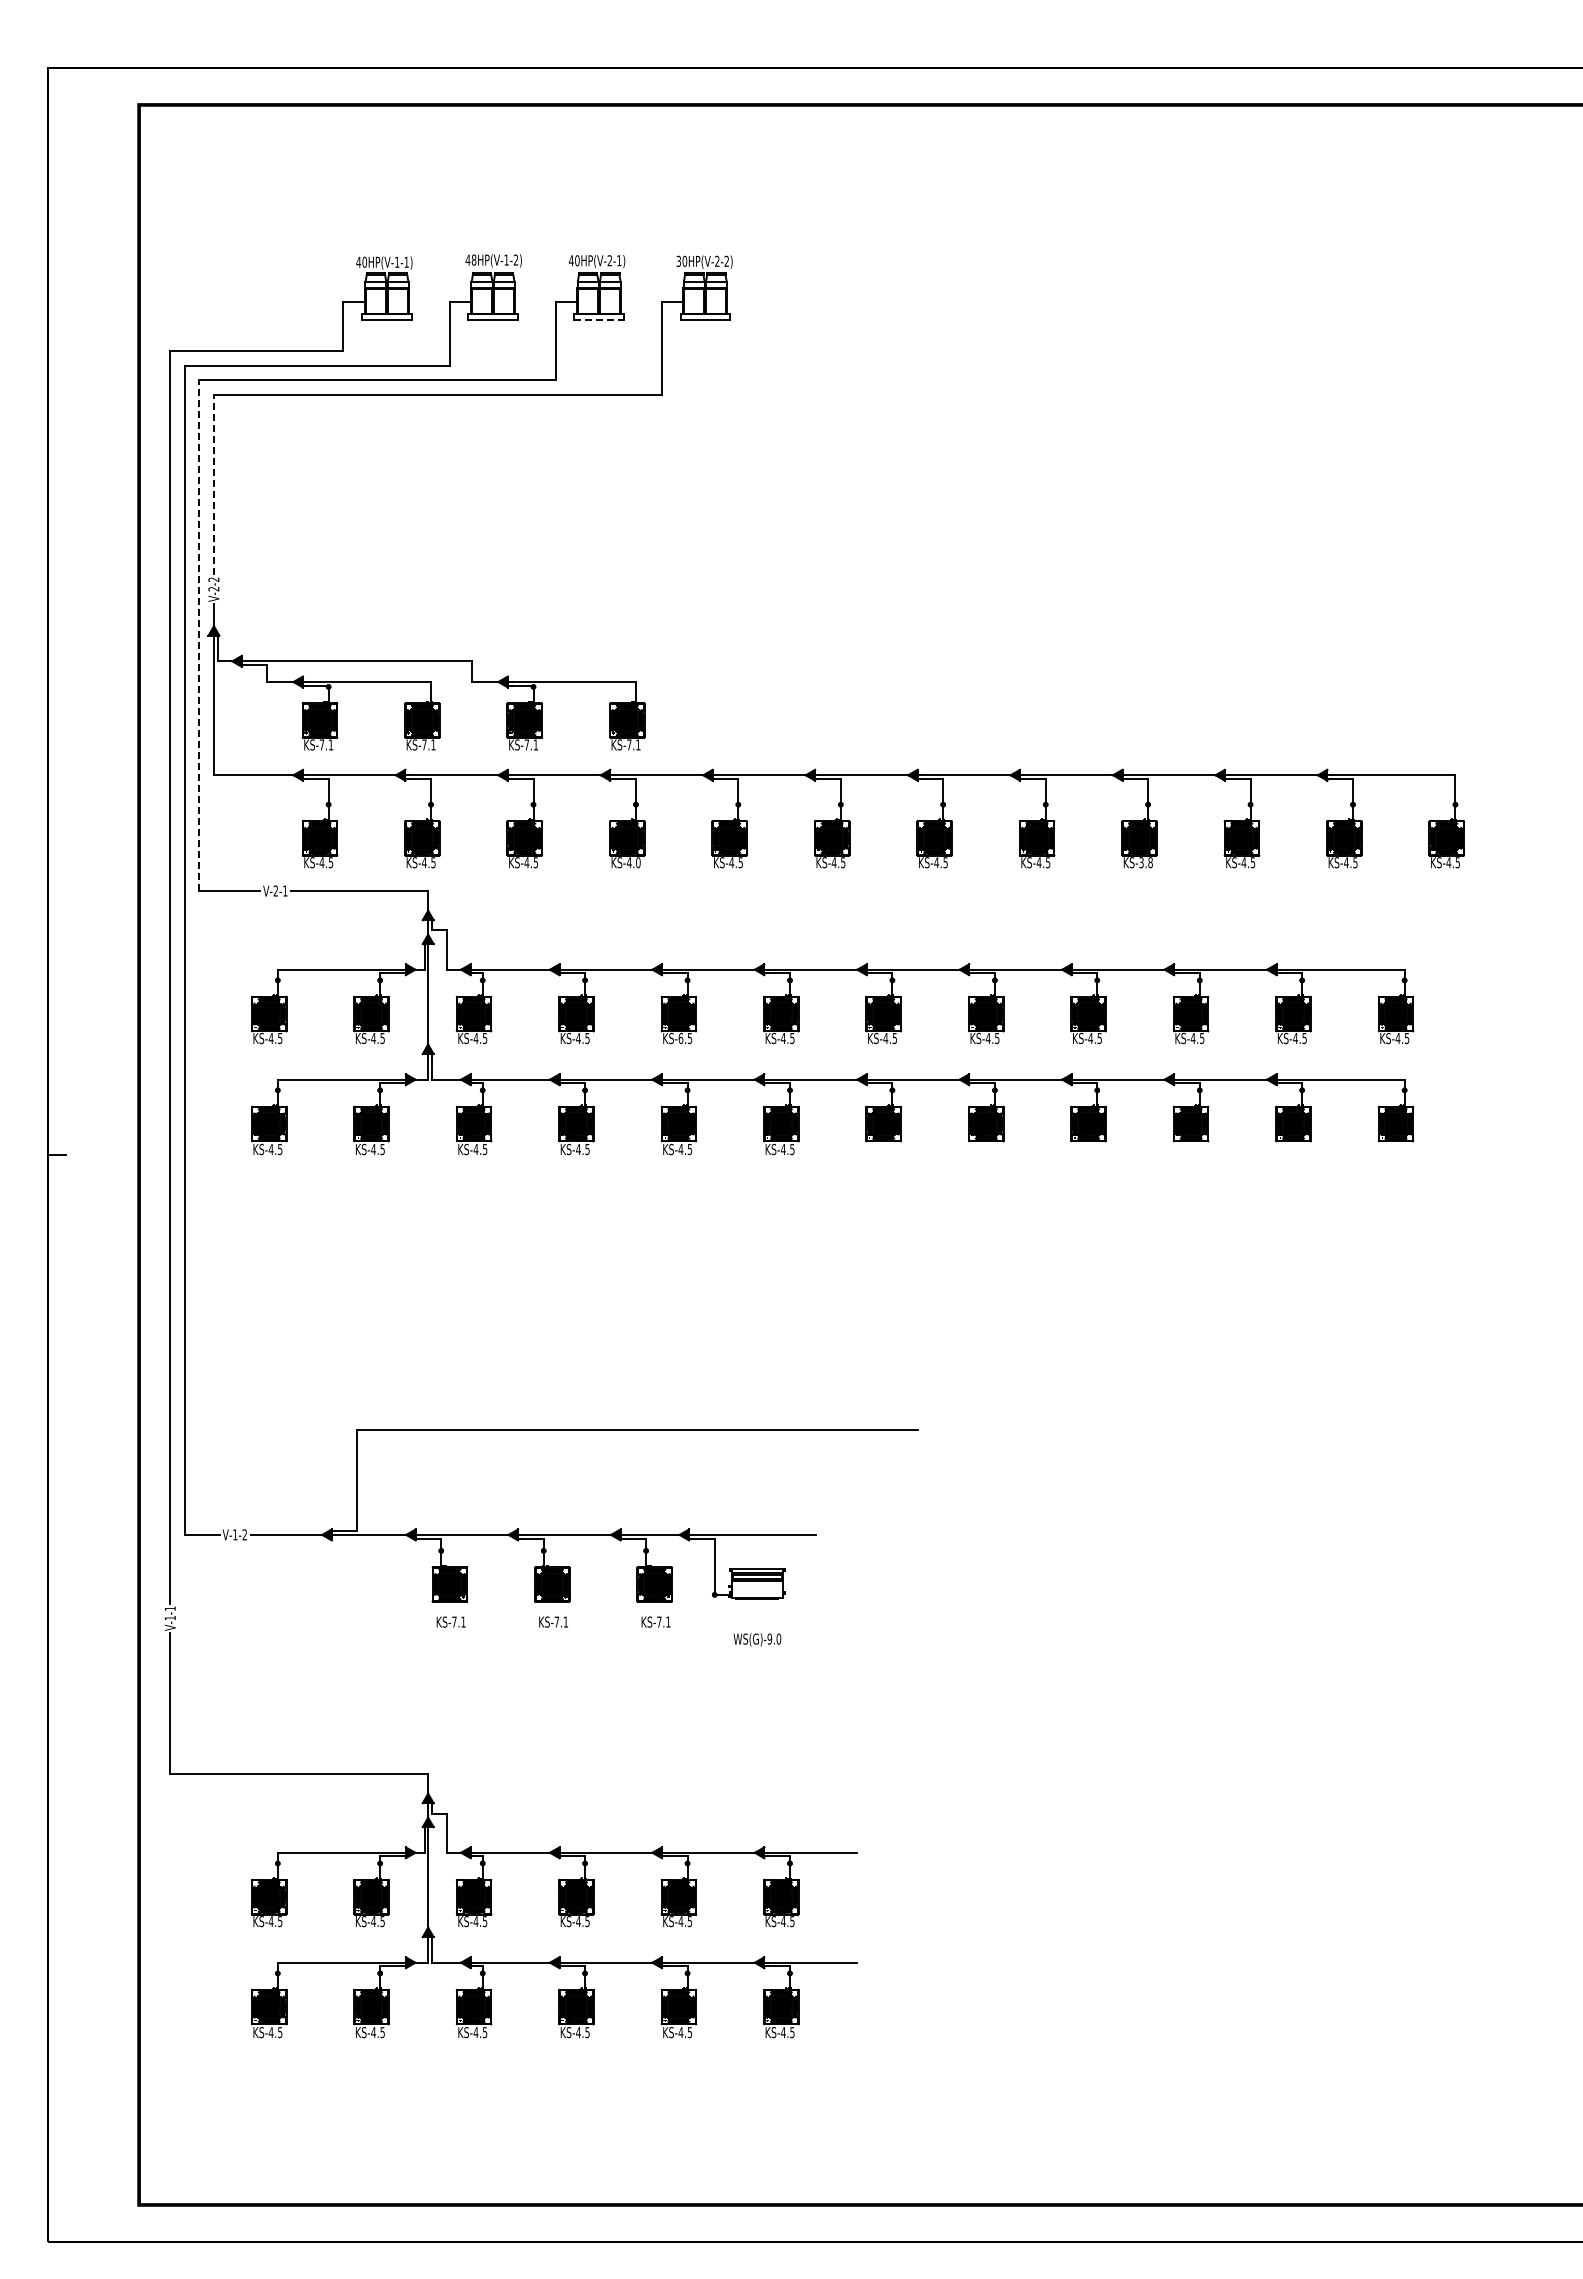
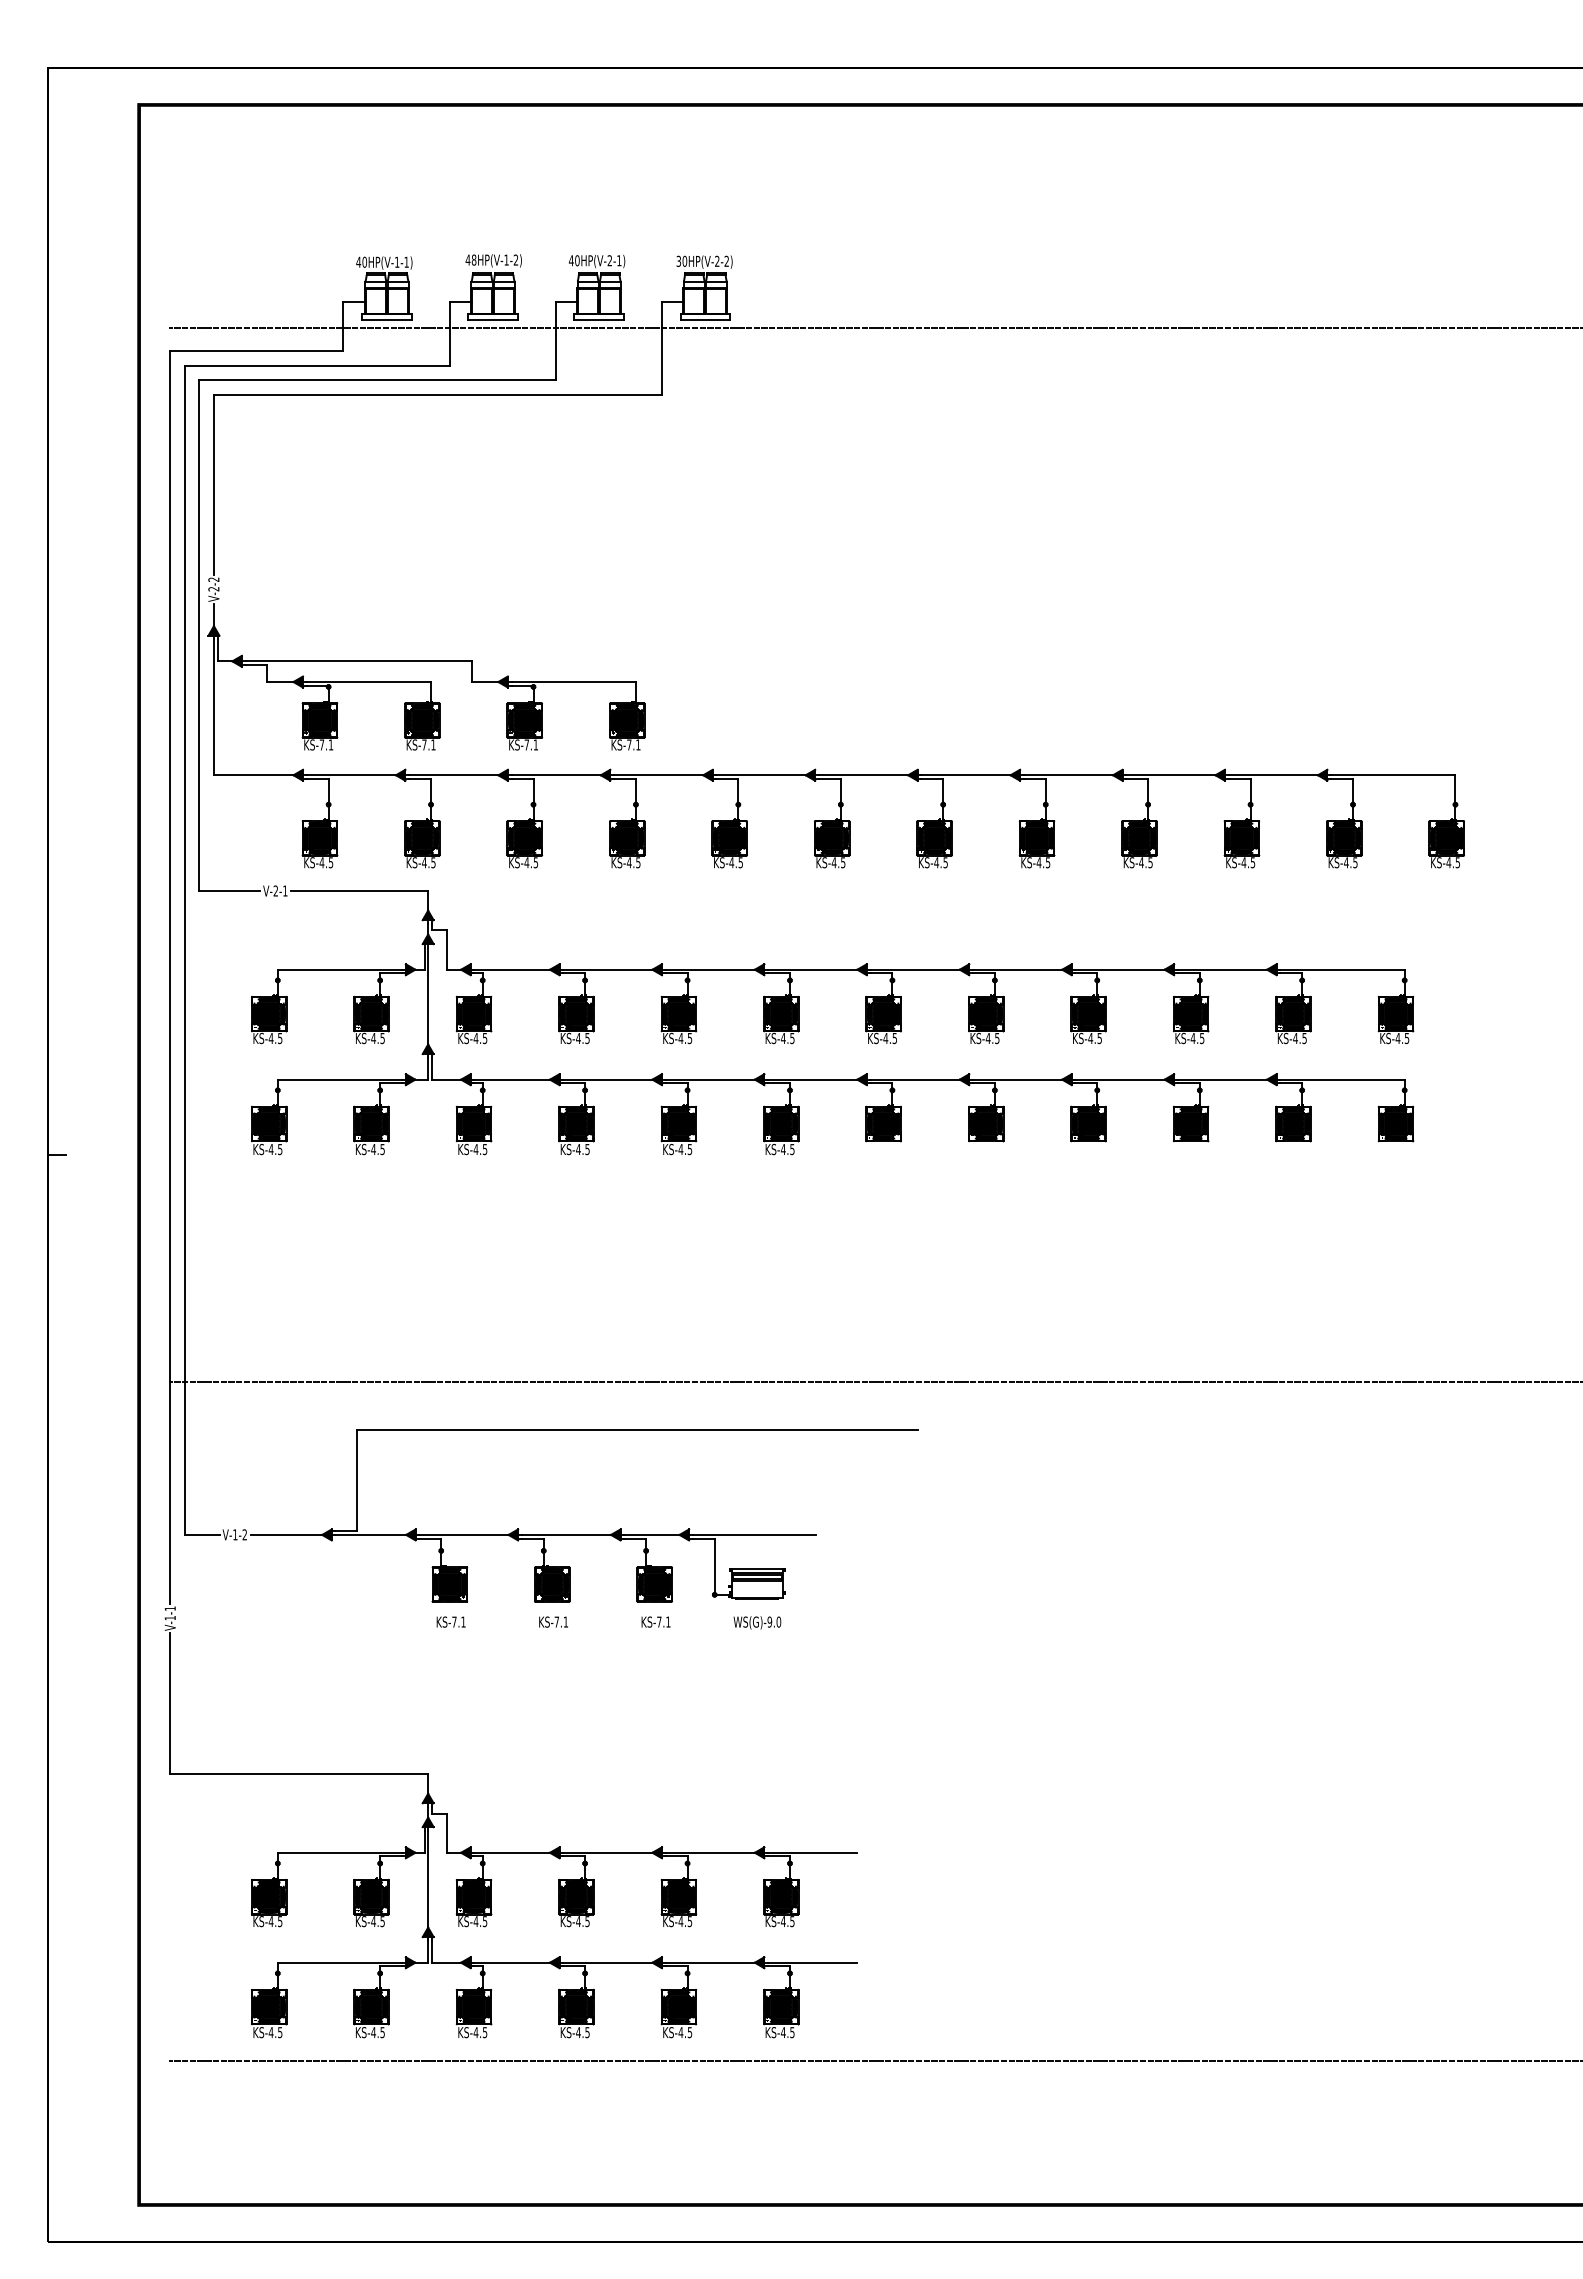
line at (599, 320): dashed -> solid
line at (874, 328): none -> present
line at (213, 484): dashed -> solid
line at (199, 635): dashed -> solid
text at (638, 862): KS-4.0 -> KS-4.5
text at (1145, 862): KS-3.8 -> KS-4.5
text at (680, 1038): KS-6.5 -> KS-4.5
line at (874, 1381): none -> present
text at (757, 1639) position: (757, 1639) -> (757, 1622)
line at (874, 2060): none -> present
